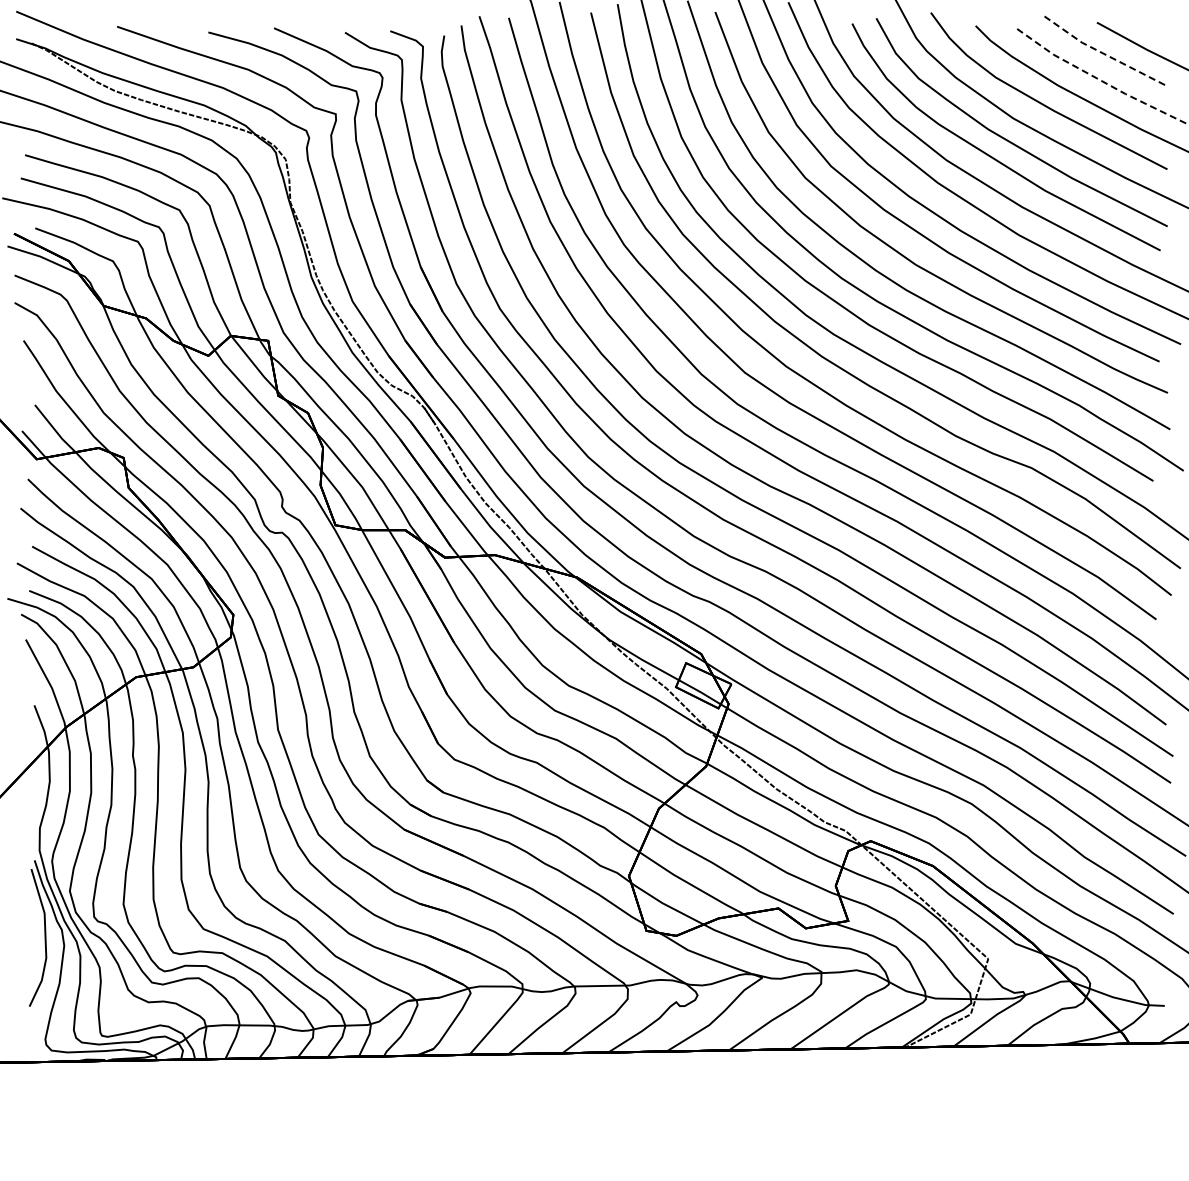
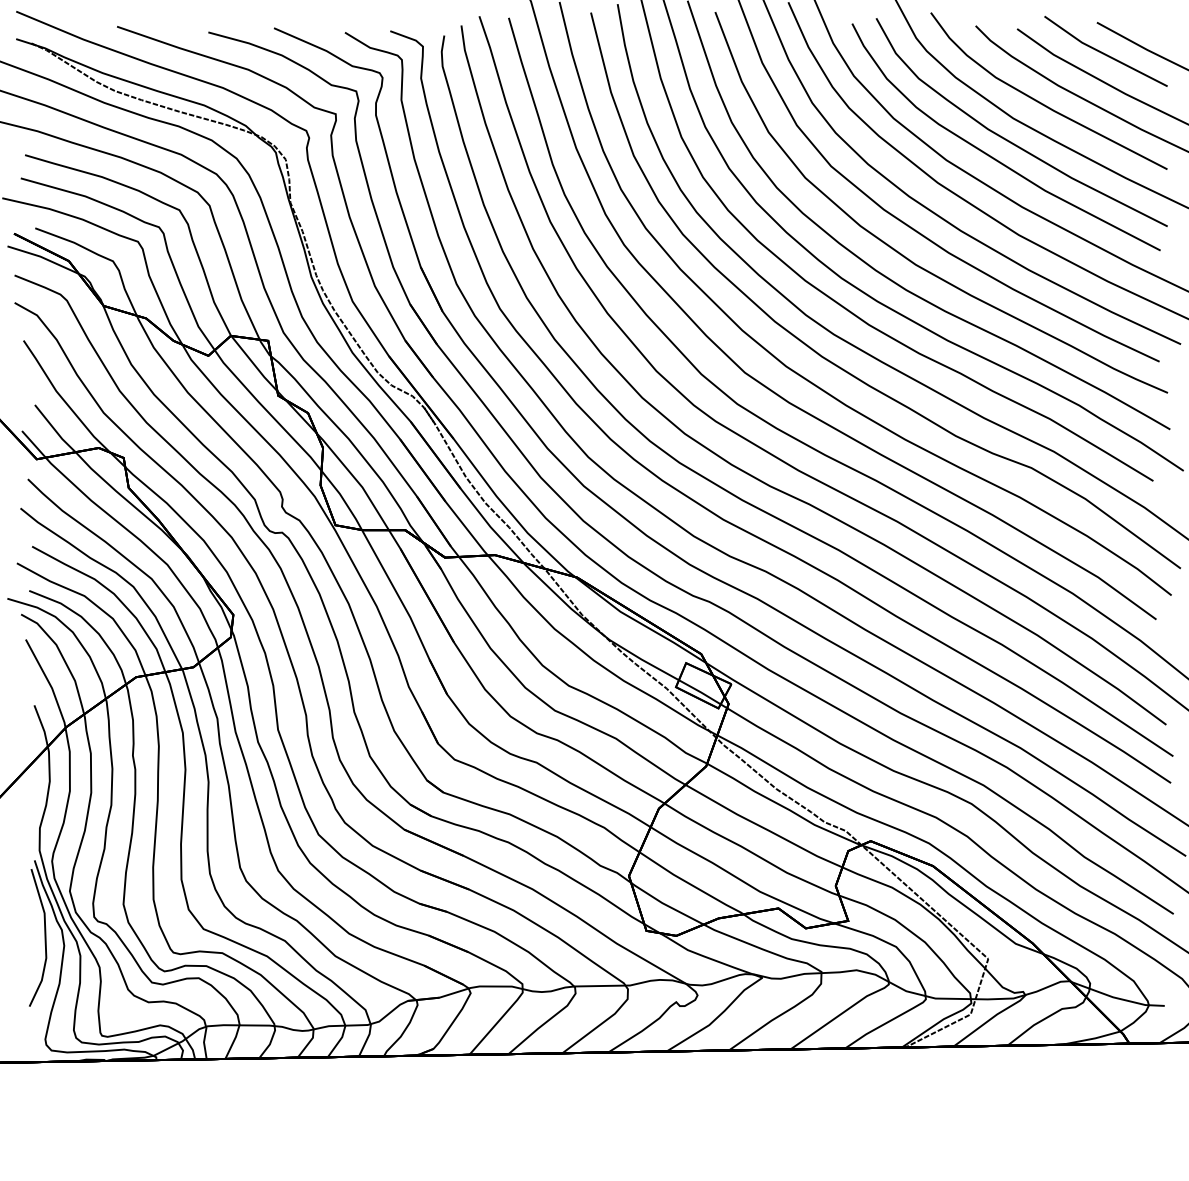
line at (1104, 53): dashed -> solid
line at (1101, 80): dashed -> solid
